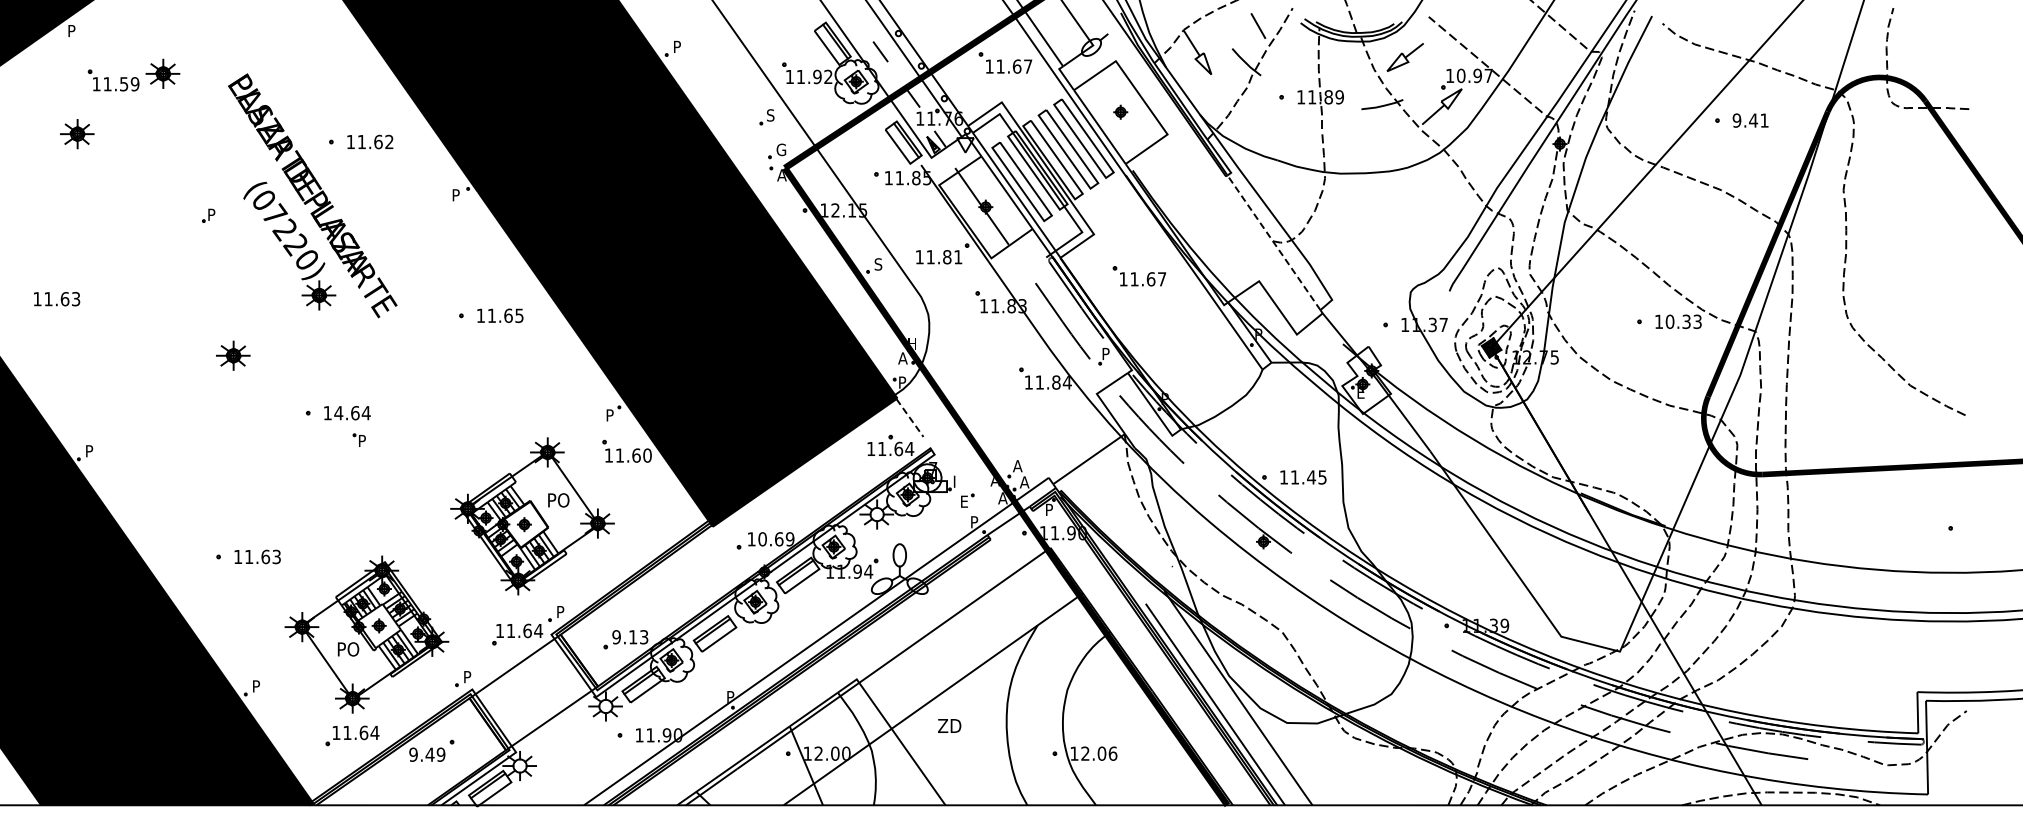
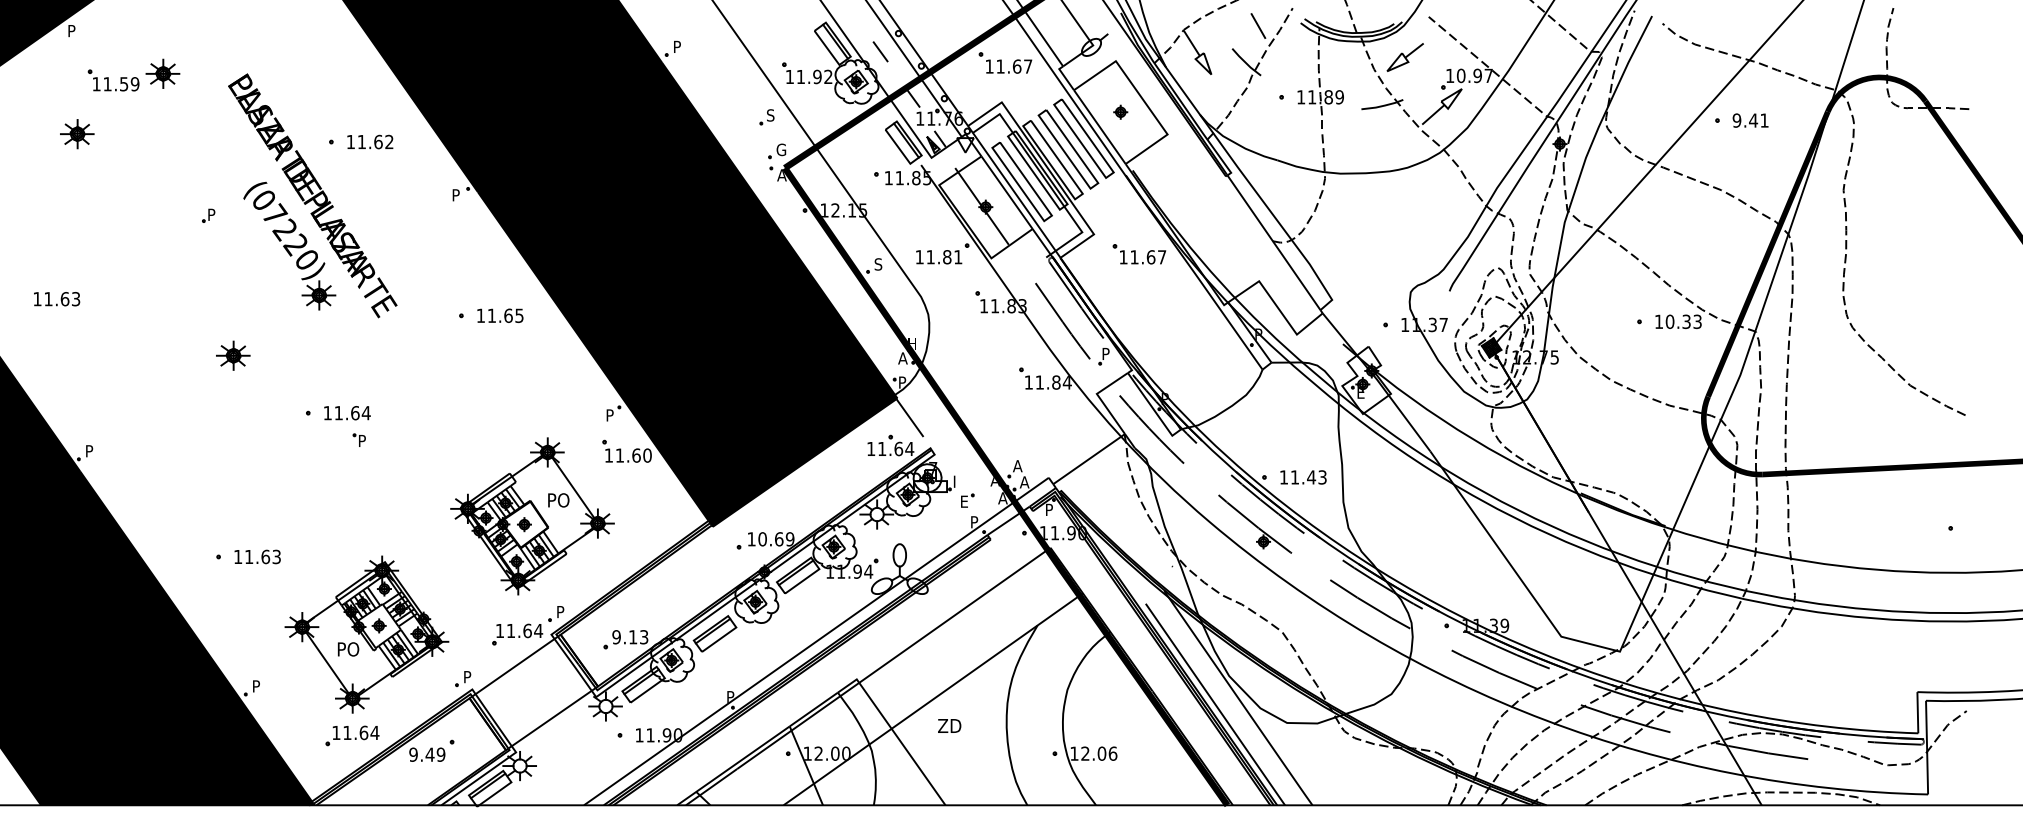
line at (1273, 242): dashed -> solid
part at (1139, 276) position: (1139, 276) -> (1139, 254)
text at (338, 413): 14.64 -> 11.64
line at (910, 418): dashed -> solid
text at (1322, 476): 11.45 -> 11.43
